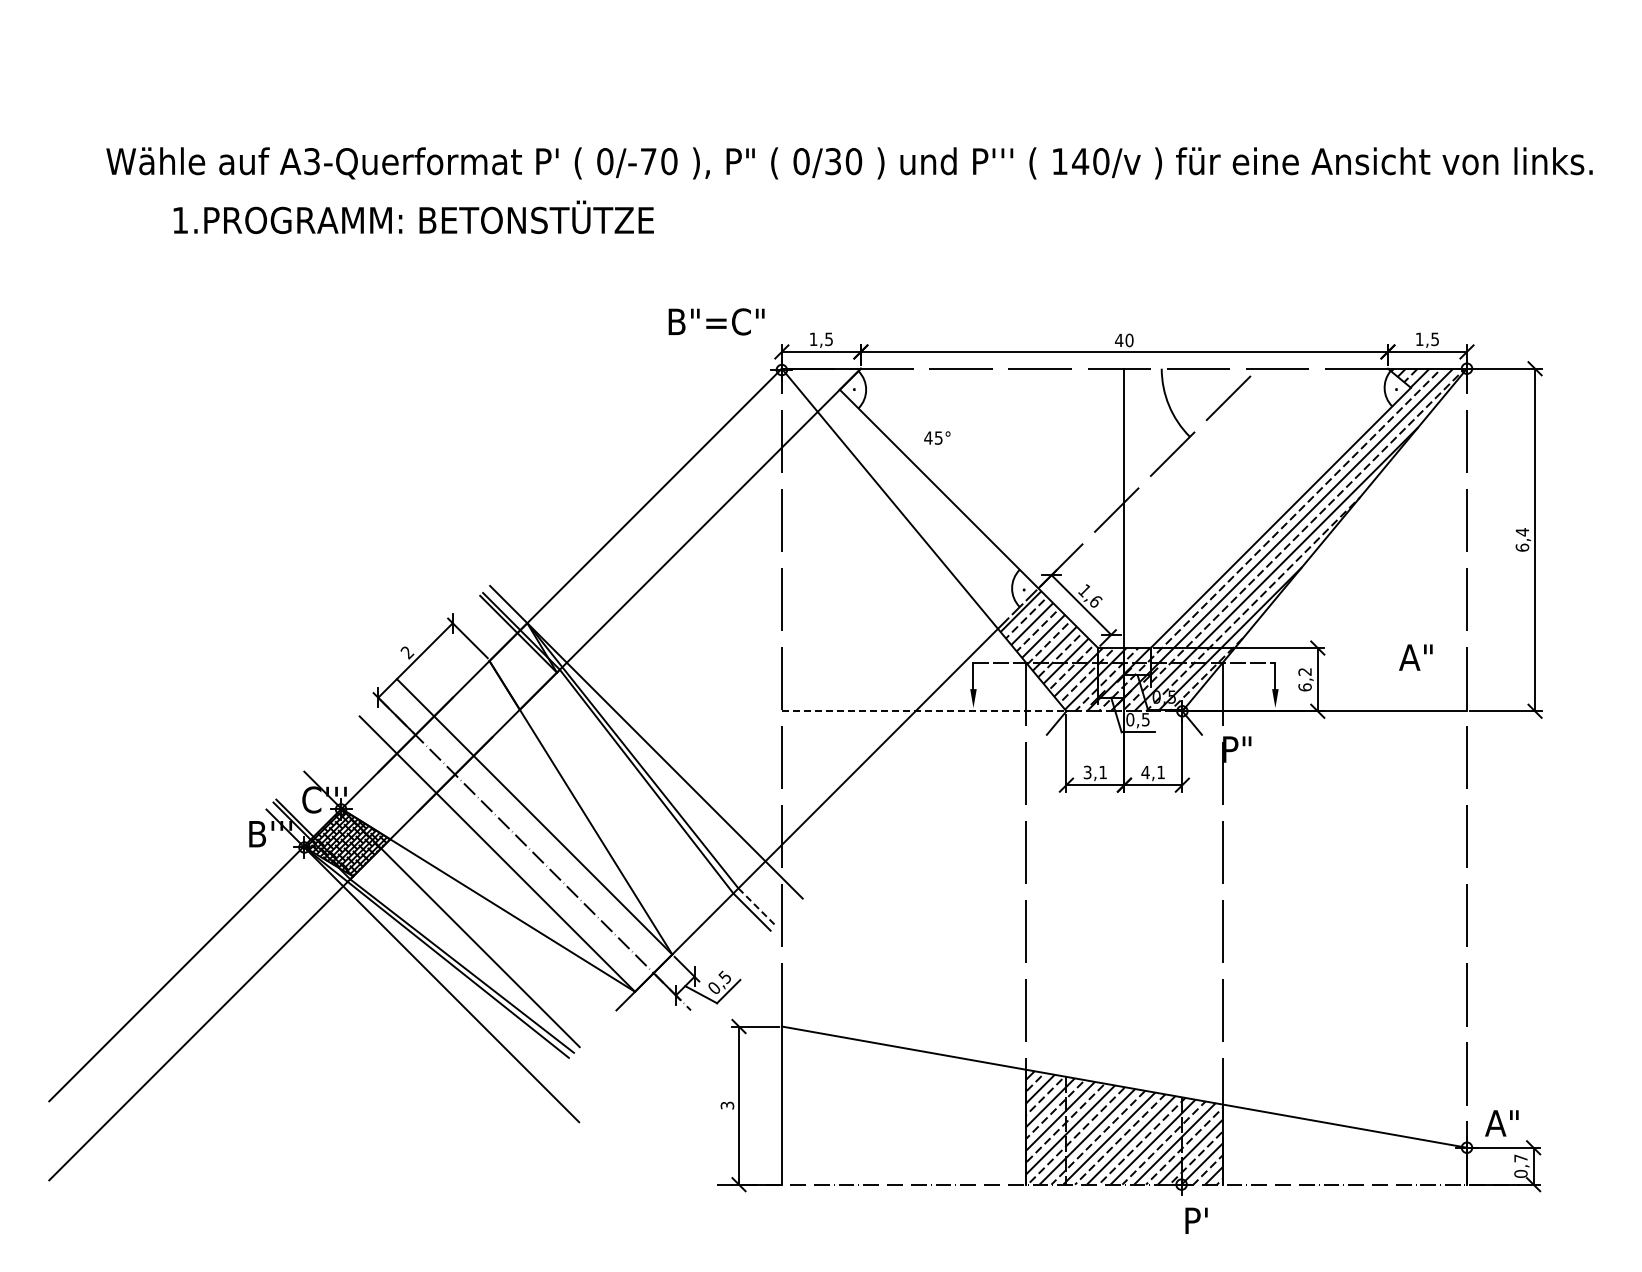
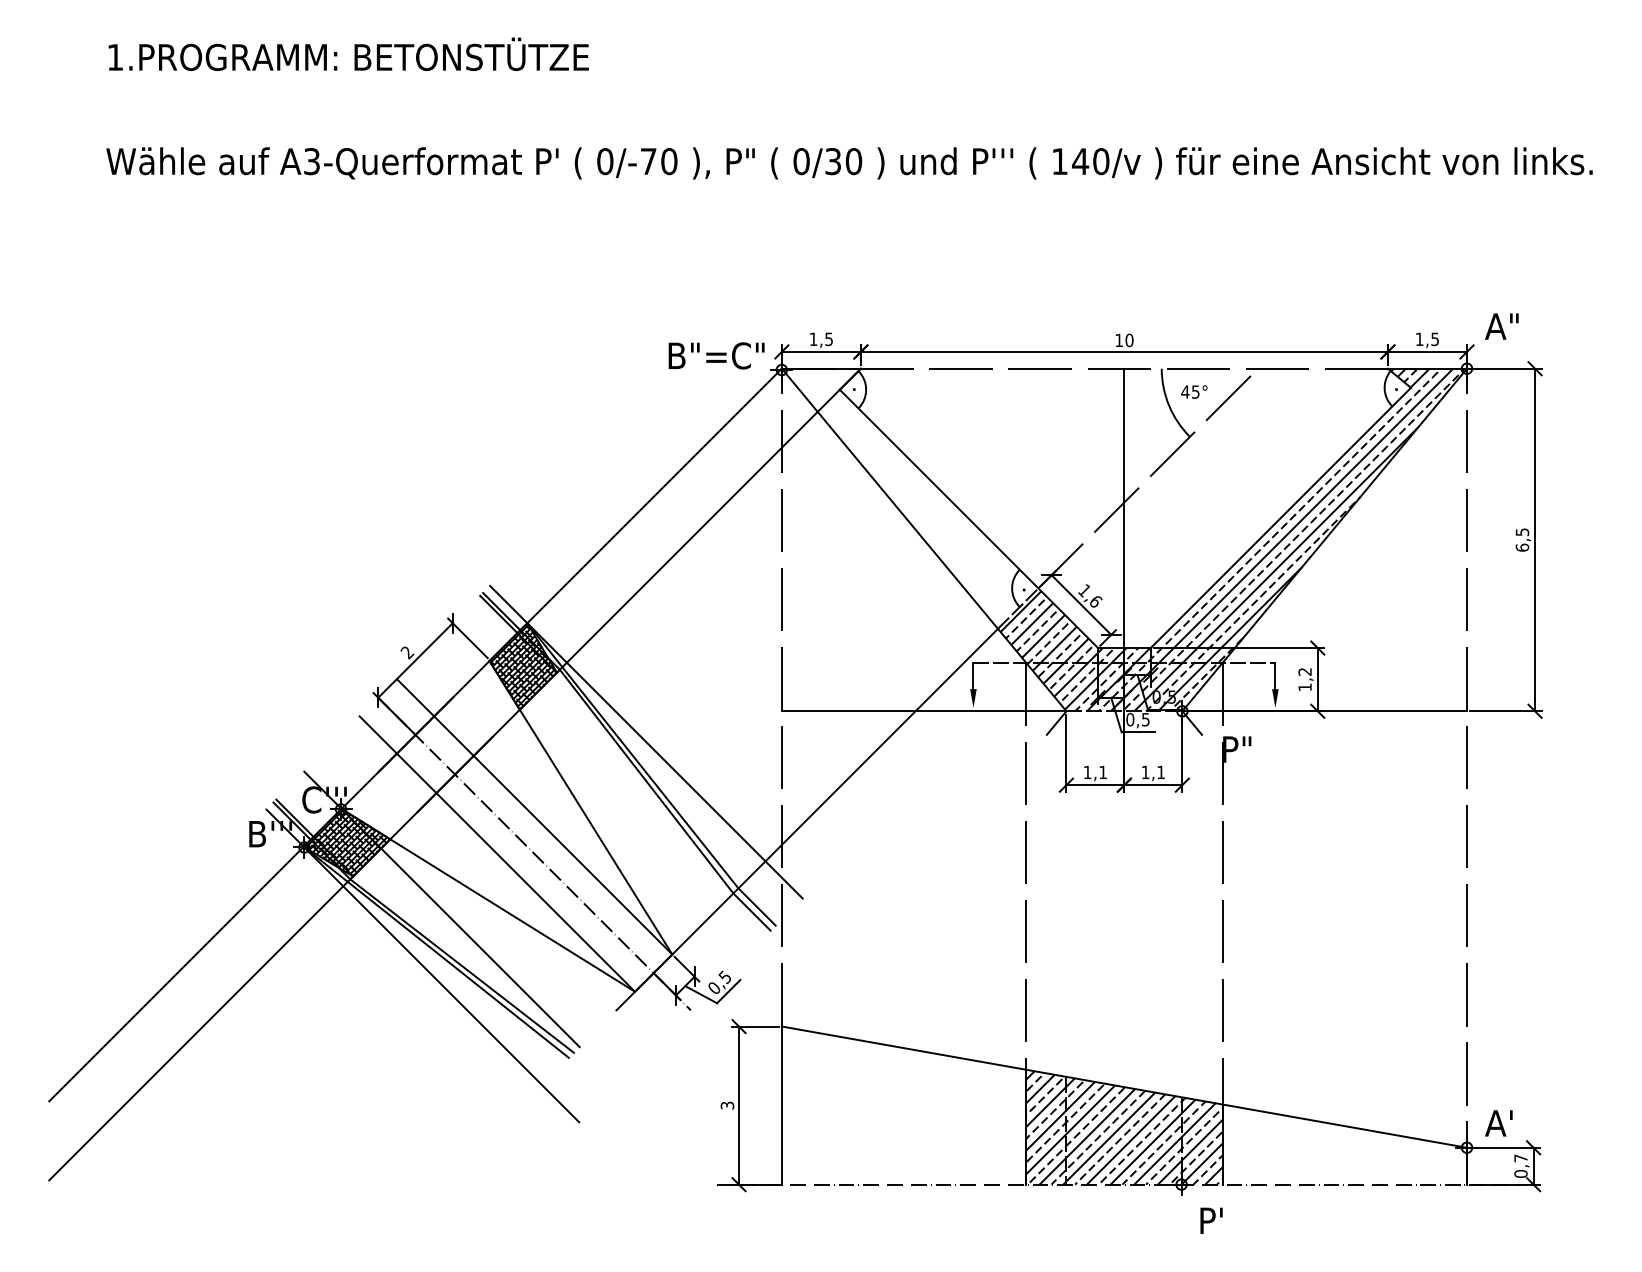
text at (413, 216) position: (413, 216) -> (348, 53)
text at (716, 321) position: (716, 321) -> (716, 355)
text at (1118, 339): 40 -> 10
text at (937, 437) position: (937, 437) -> (1194, 391)
text at (1522, 532): 6,4 -> 6,5
text at (1415, 657) position: (1415, 657) -> (1501, 326)
hatch at (523, 666): none -> present
text at (1304, 687): 6,2 -> 1,2
line at (924, 711): dashed -> solid
text at (1087, 772): 3,1 -> 1,1
text at (1145, 772): 4,1 -> 1,1
line at (757, 907): dashed -> solid
text at (1517, 1114): A" -> A'
text at (1196, 1220) position: (1196, 1220) -> (1211, 1220)
